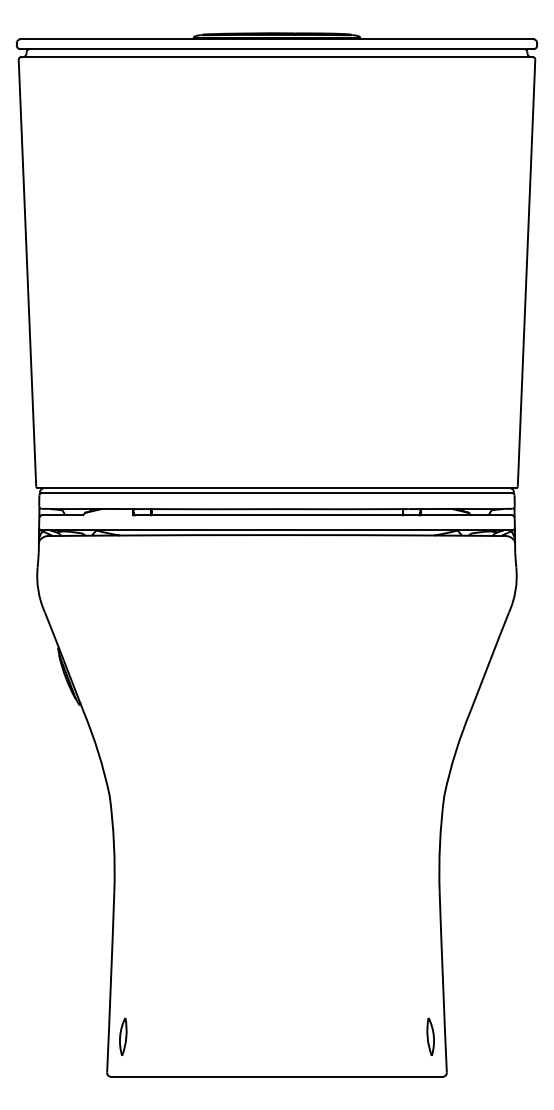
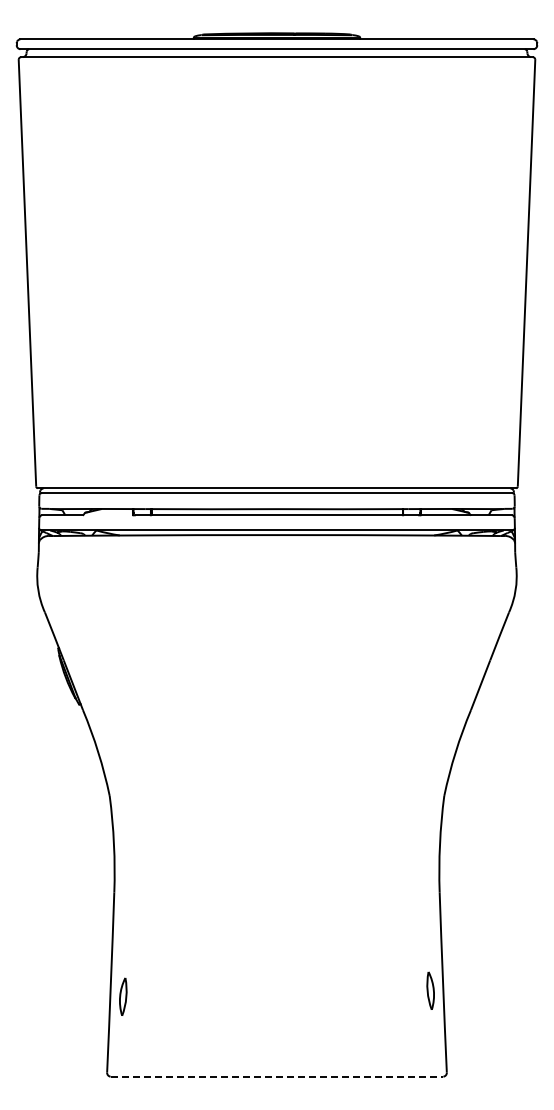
part at (123, 1036) position: (123, 1036) -> (123, 996)
part at (430, 1036) position: (430, 1036) -> (430, 990)
line at (277, 1076): solid -> dashed
